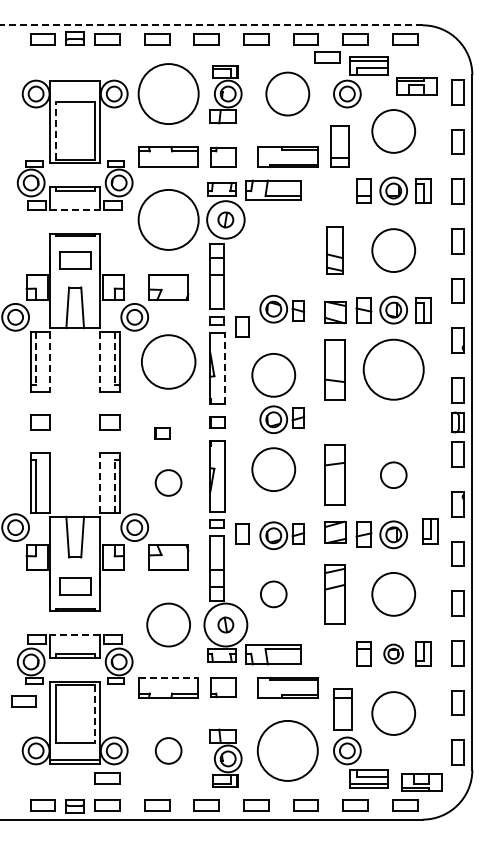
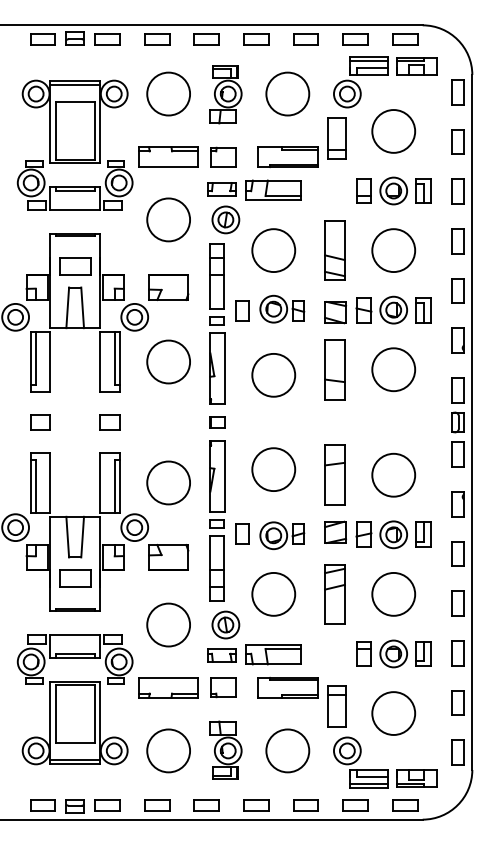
line at (211, 25): dashed -> solid
part at (327, 57): present -> none
line at (75, 85): none -> present
part at (416, 86) position: (416, 86) -> (416, 66)
circle at (168, 94) diameter: 60 px -> 43 px
line at (55, 130): dashed -> solid
part at (339, 146) position: (339, 146) -> (336, 138)
line at (75, 210): dashed -> solid
circle at (168, 219) diameter: 60 px -> 43 px
circle at (225, 219) diameter: 38 px -> 27 px
circle at (273, 250): none -> present
part at (334, 250) size: 18x49 px -> 22x61 px
part at (75, 260) position: (75, 260) -> (75, 266)
part at (242, 326) position: (242, 326) -> (242, 310)
line at (35, 358): dashed -> solid
line at (114, 358): dashed -> solid
circle at (168, 361) diameter: 54 px -> 43 px
line at (50, 362): dashed -> solid
line at (100, 362): dashed -> solid
line at (224, 368): dashed -> solid
circle at (393, 369) diameter: 60 px -> 43 px
part at (282, 419): present -> none
part at (162, 433): present -> none
circle at (393, 475) diameter: 26 px -> 43 px
line at (100, 482): dashed -> solid
circle at (168, 482) size: 29x28 px -> 45x46 px
line at (114, 486): dashed -> solid
part at (430, 531) position: (430, 531) -> (423, 534)
part at (75, 586) position: (75, 586) -> (75, 578)
circle at (273, 594) diameter: 26 px -> 43 px
circle at (225, 624) diameter: 43 px -> 27 px
line at (75, 634): dashed -> solid
part at (393, 653) size: 21x22 px -> 29x30 px
line at (168, 677): dashed -> solid
part at (23, 701): present -> none
part at (342, 709) position: (342, 709) -> (336, 706)
line at (94, 714): dashed -> solid
circle at (168, 750) diameter: 26 px -> 43 px
circle at (287, 750) diameter: 60 px -> 43 px
part at (225, 757) position: (225, 757) -> (225, 749)
part at (107, 778): present -> none
part at (421, 782) position: (421, 782) -> (416, 778)
